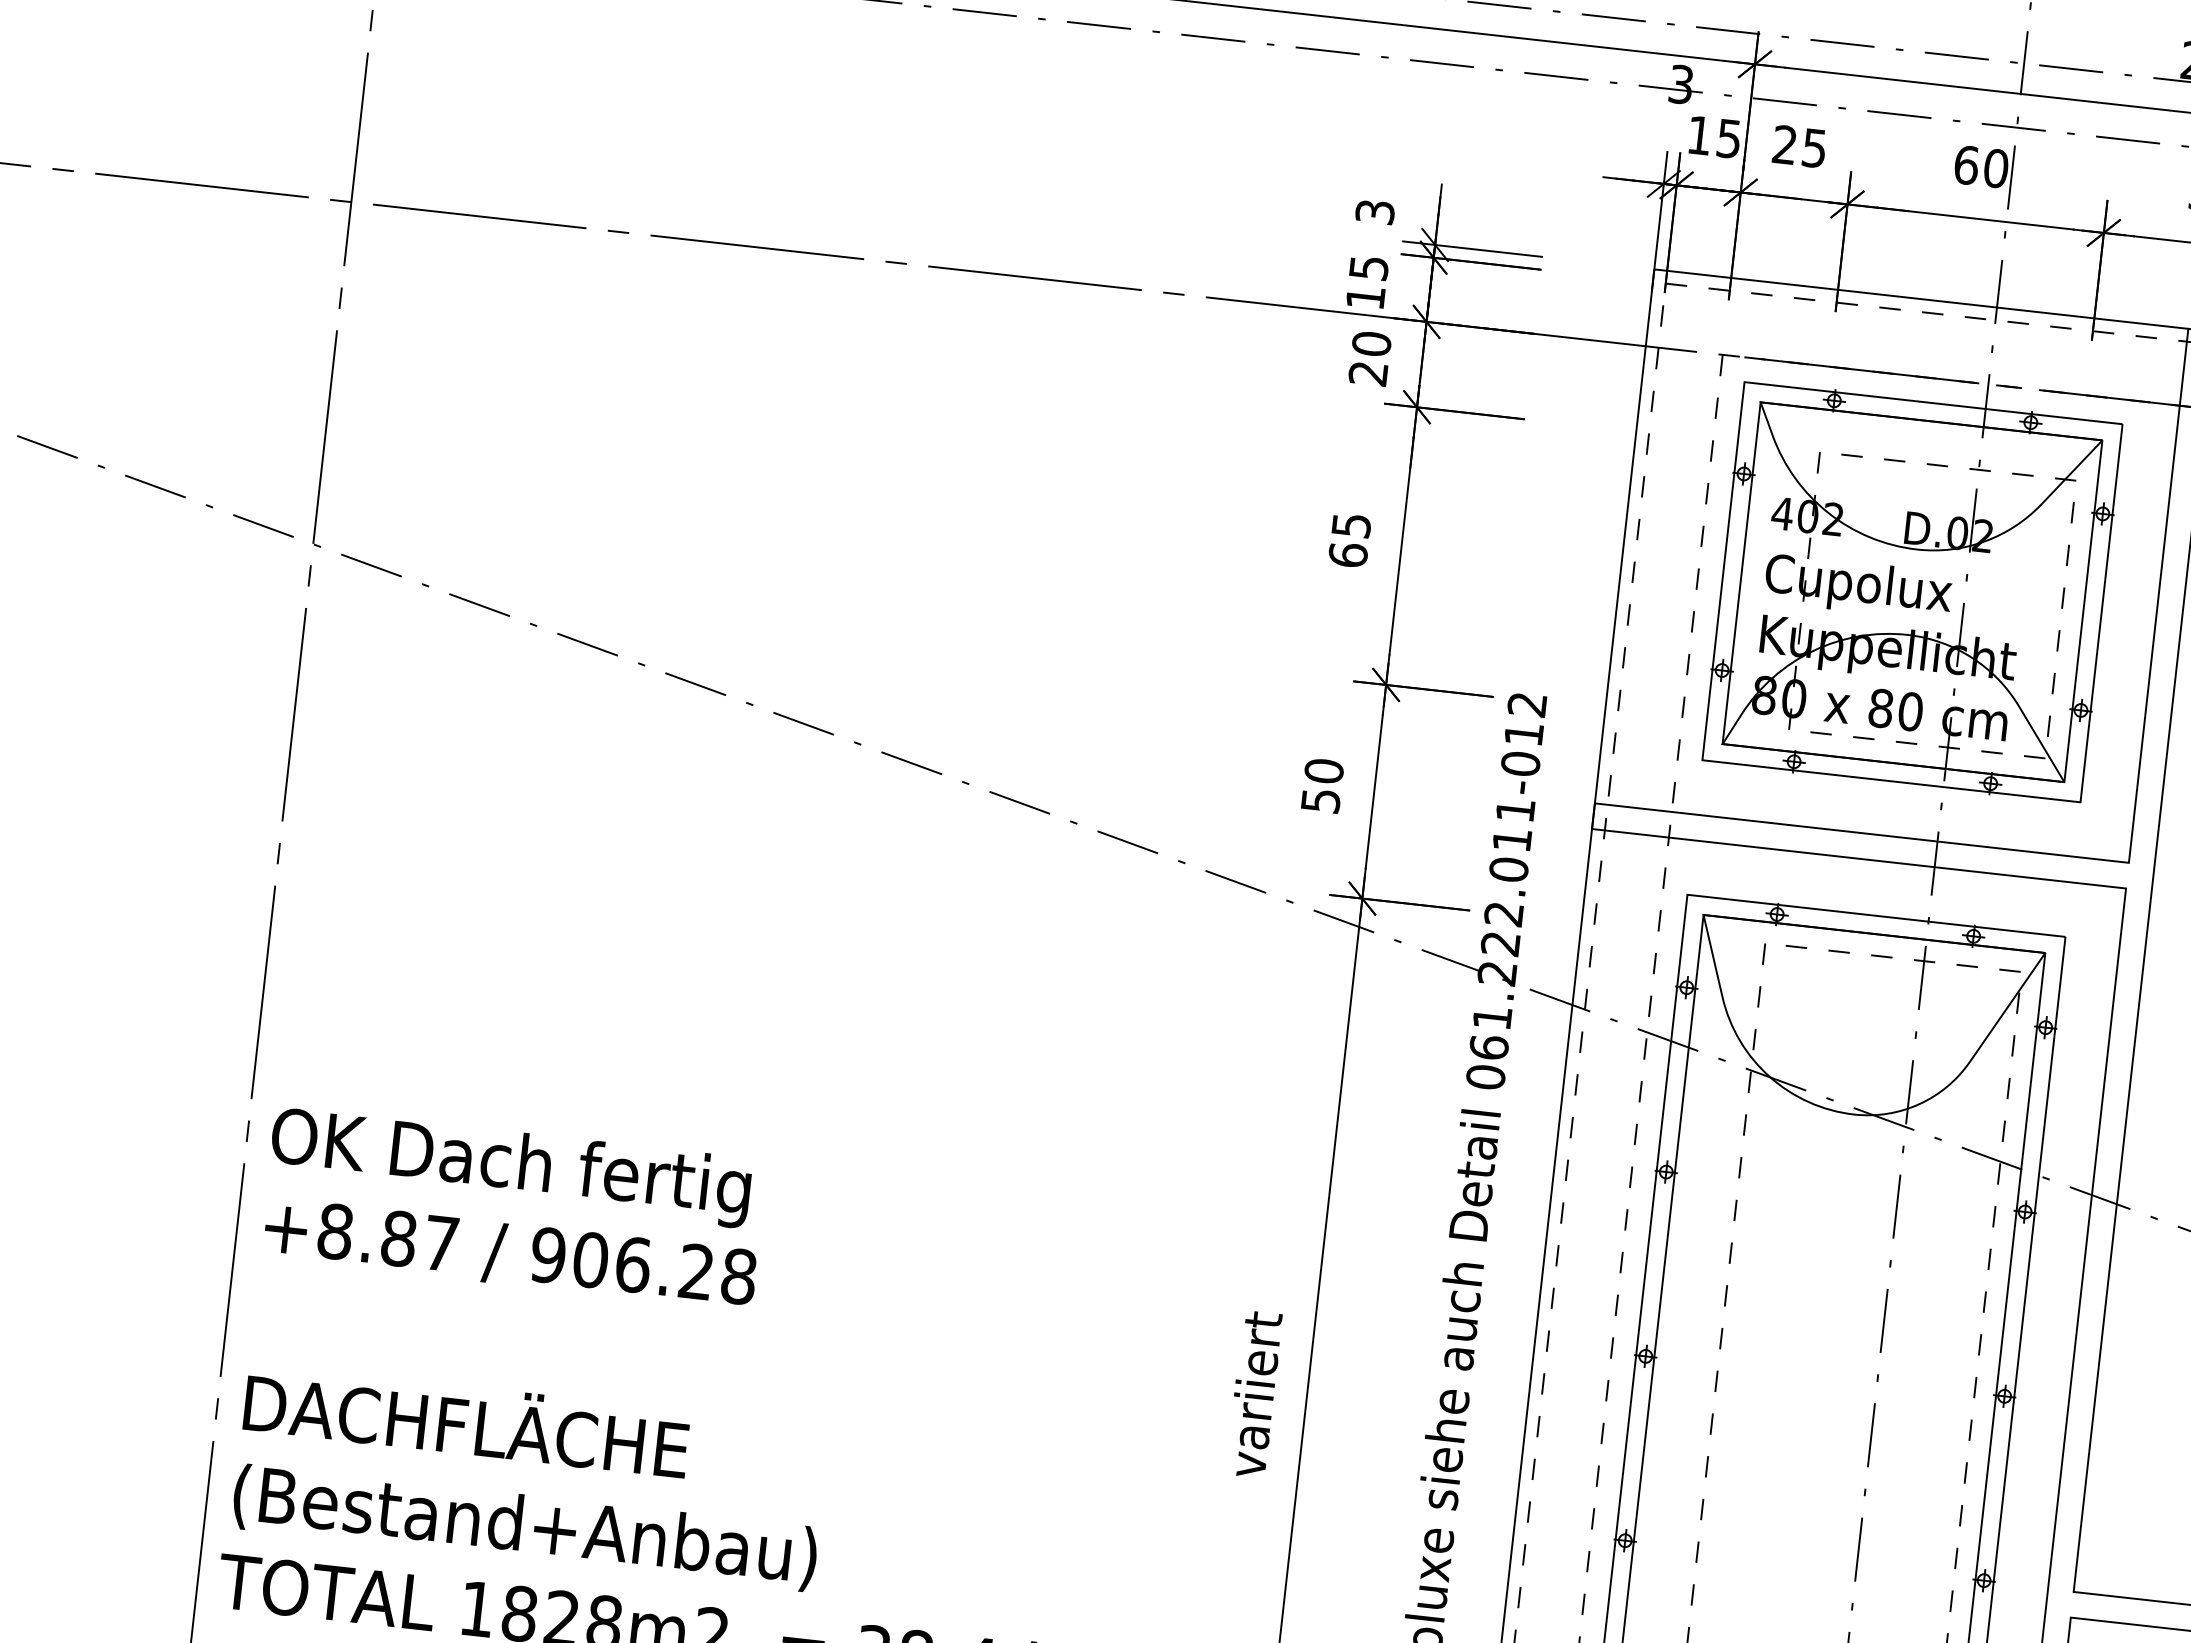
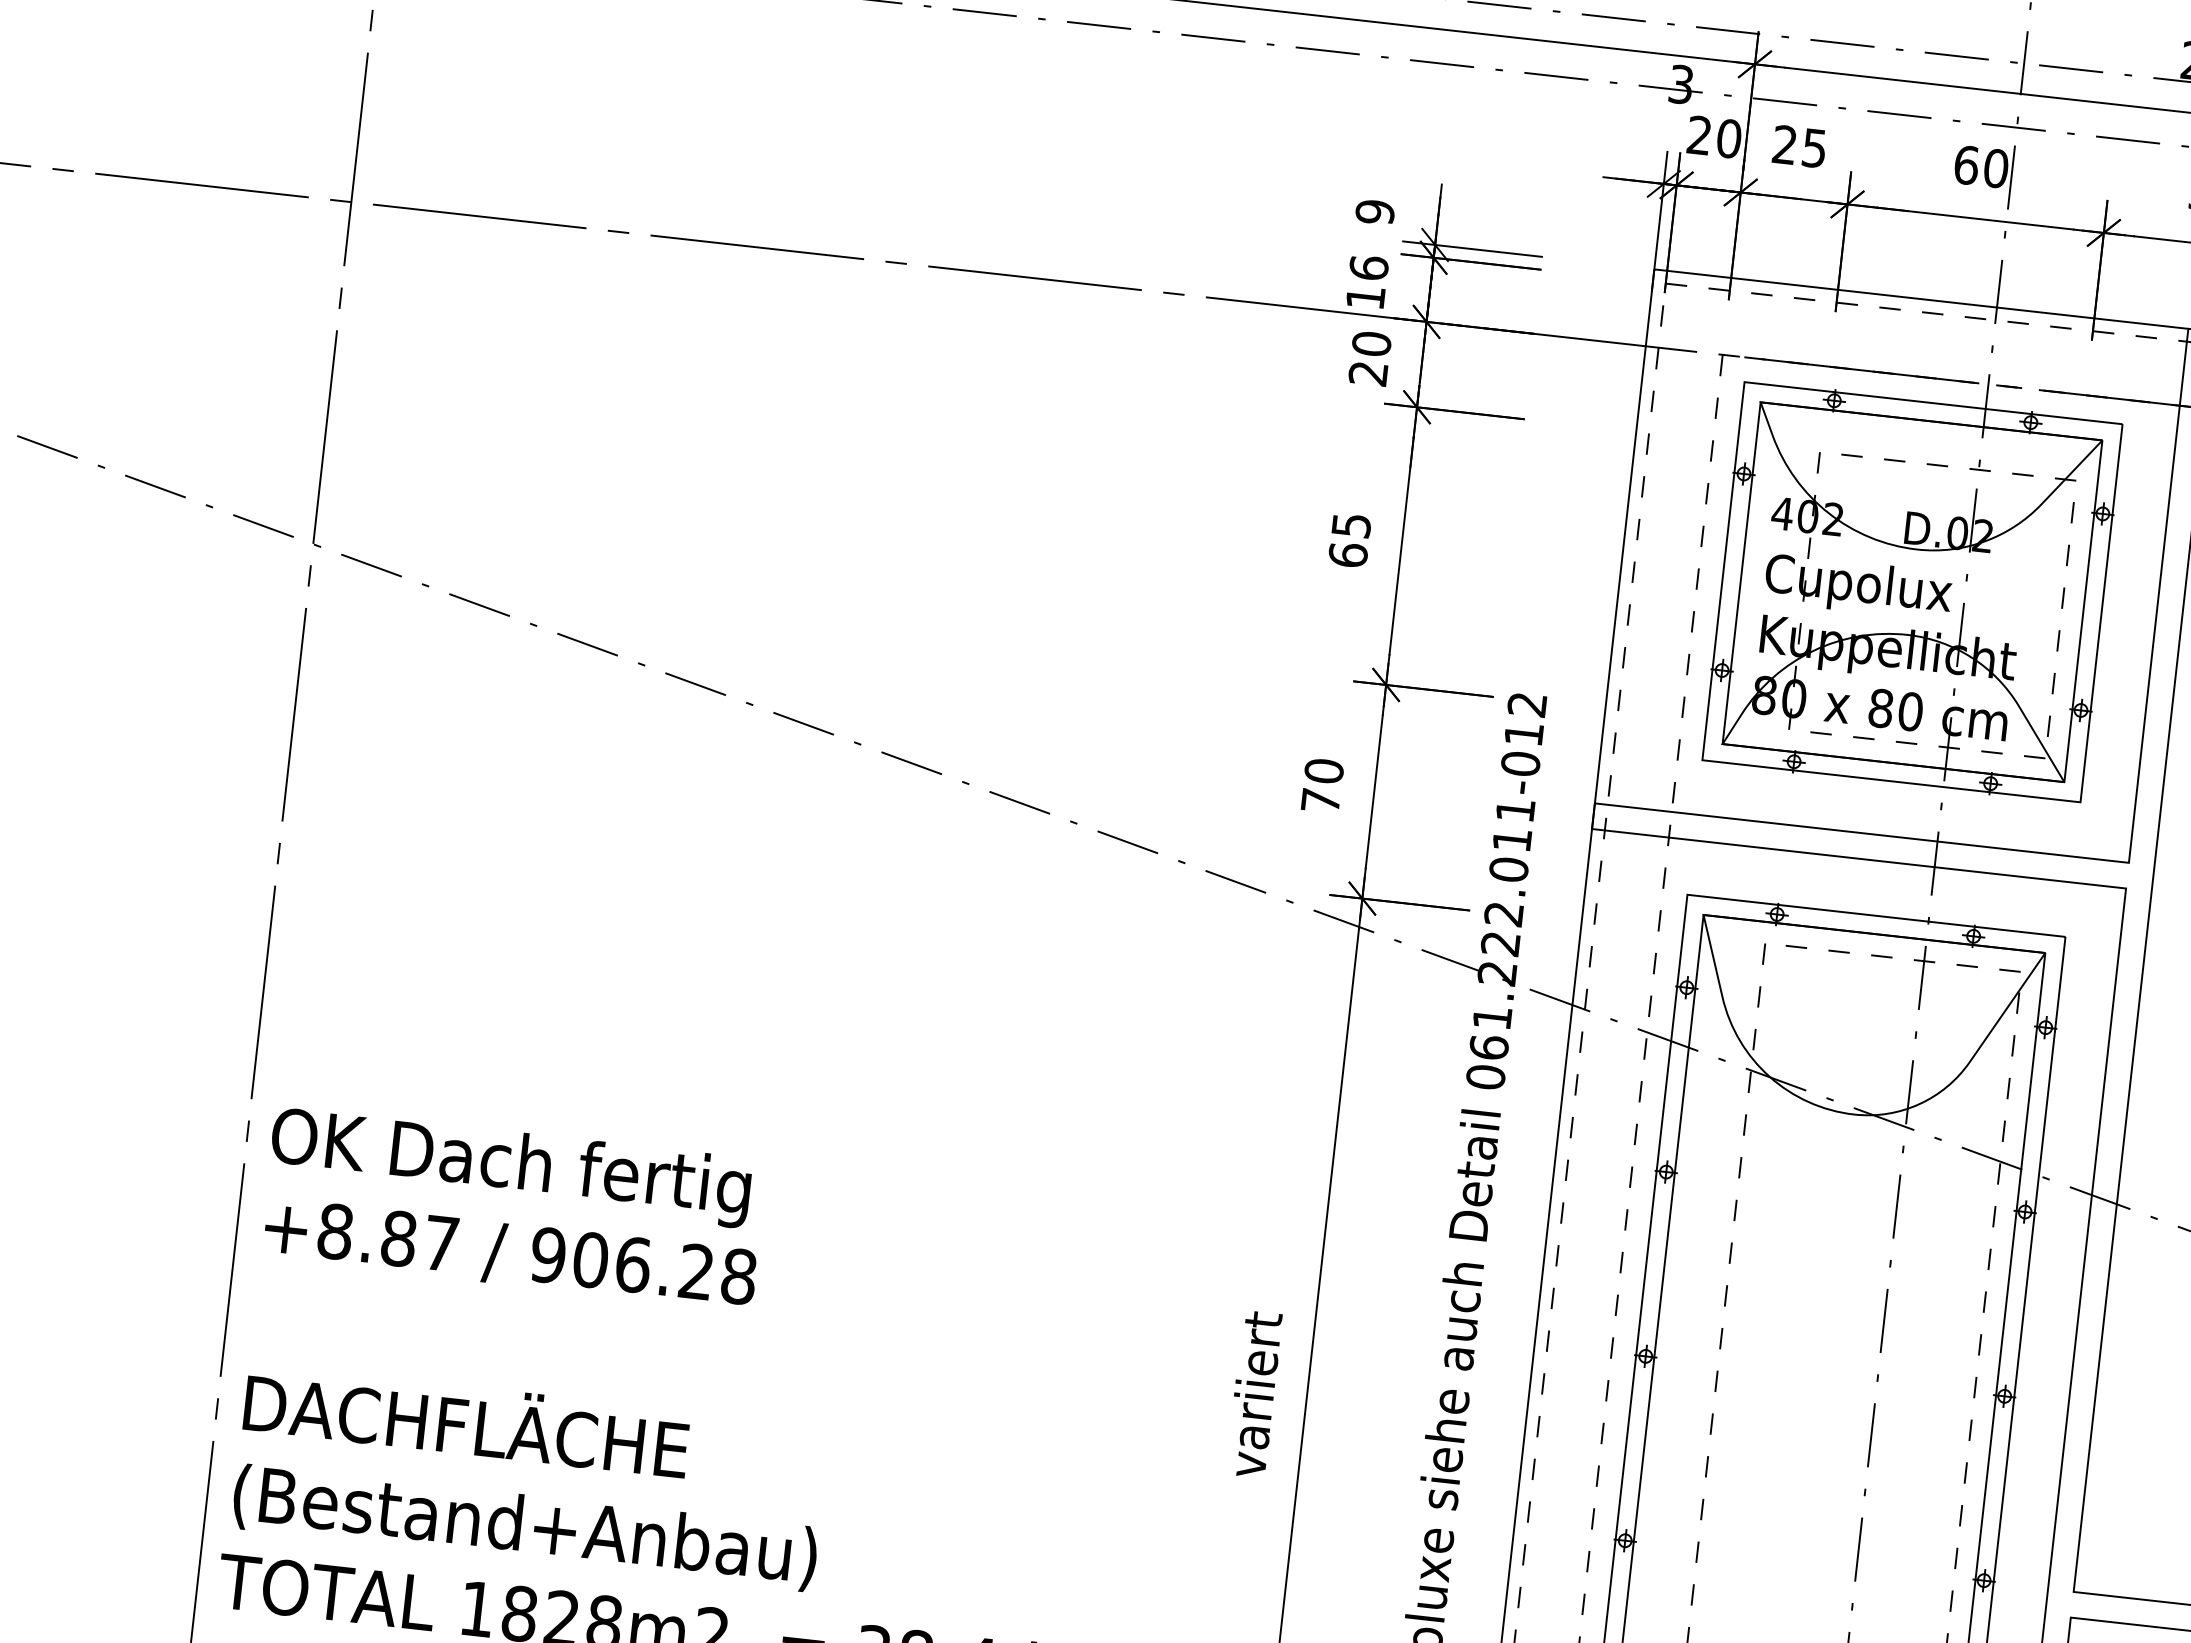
text at (1713, 136): 15 -> 20
text at (1374, 212): 3 -> 9
text at (1368, 268): 15 -> 16
text at (1320, 800): 50 -> 70
